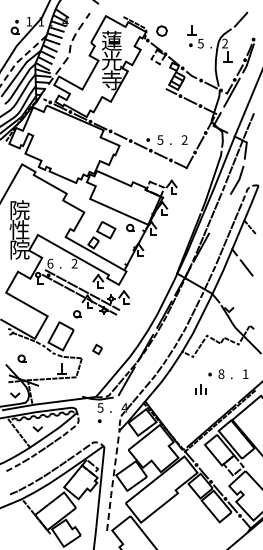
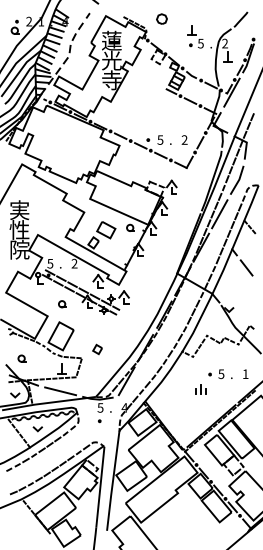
text at (29, 21): 1 -> 2
part at (161, 30) position: (161, 30) -> (161, 18)
line at (20, 59): dashed -> solid
text at (19, 210): 院 -> 実
line at (219, 214): none -> present
text at (50, 263): 6 -> 5
part at (77, 314) position: (77, 314) -> (62, 304)
text at (221, 373): 8 -> 5
line at (60, 391): none -> present
line at (113, 480): dashed -> solid
